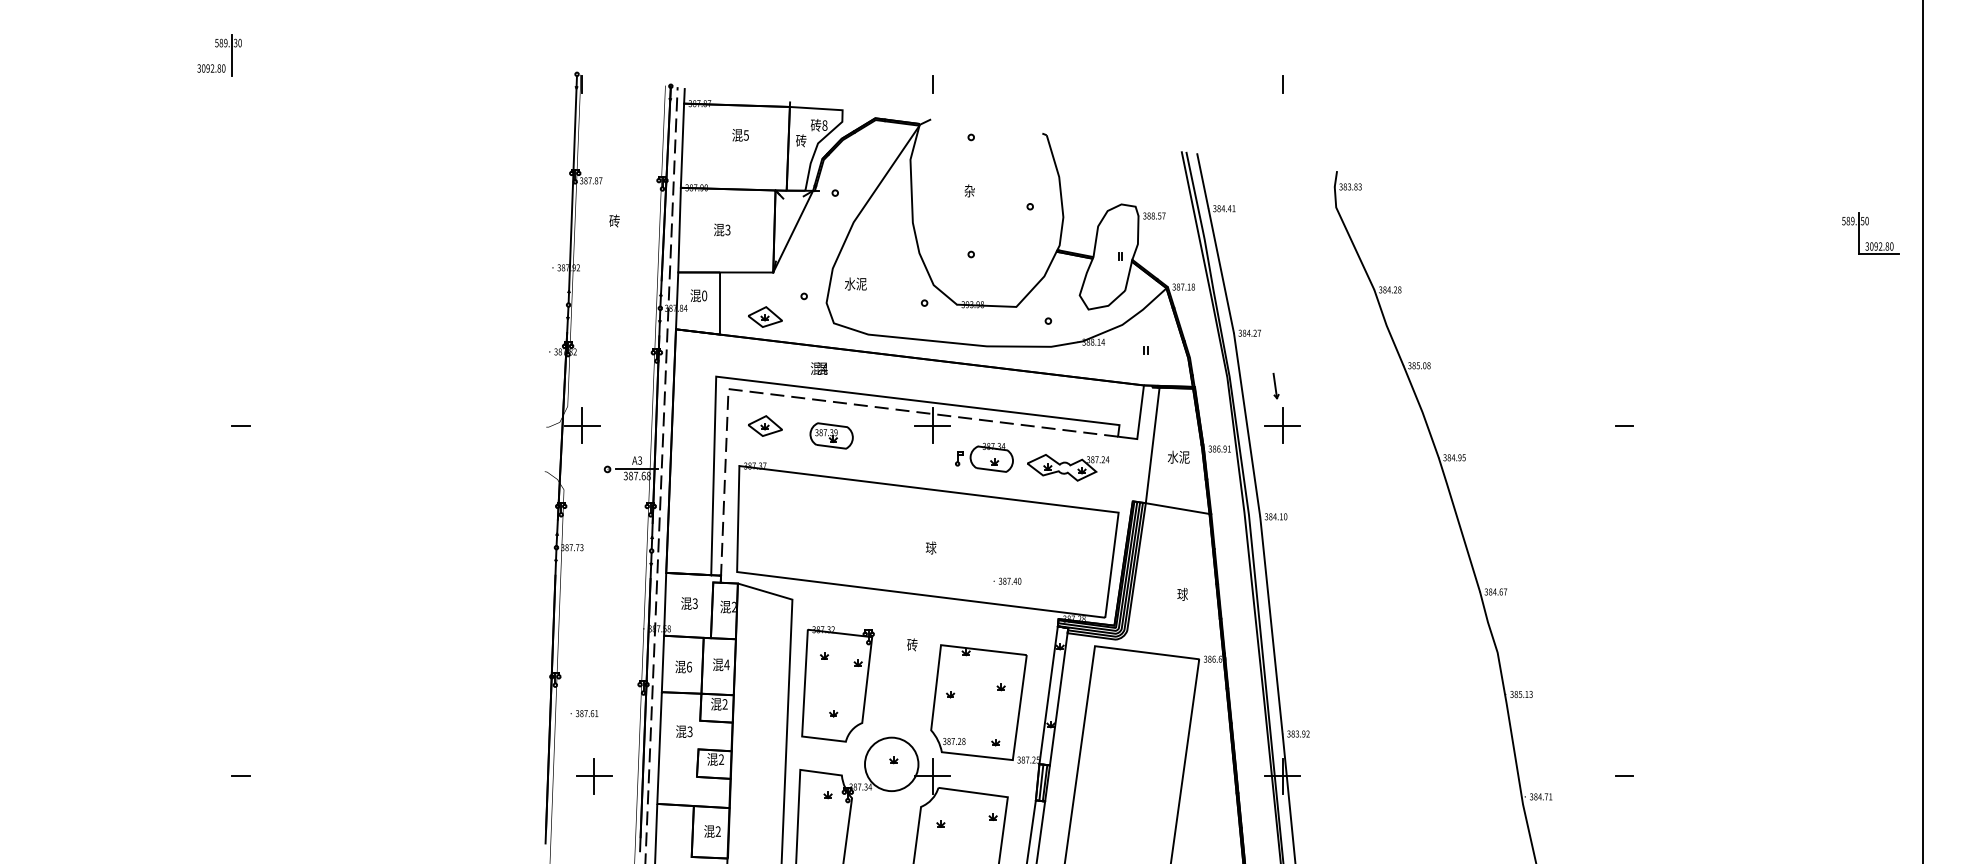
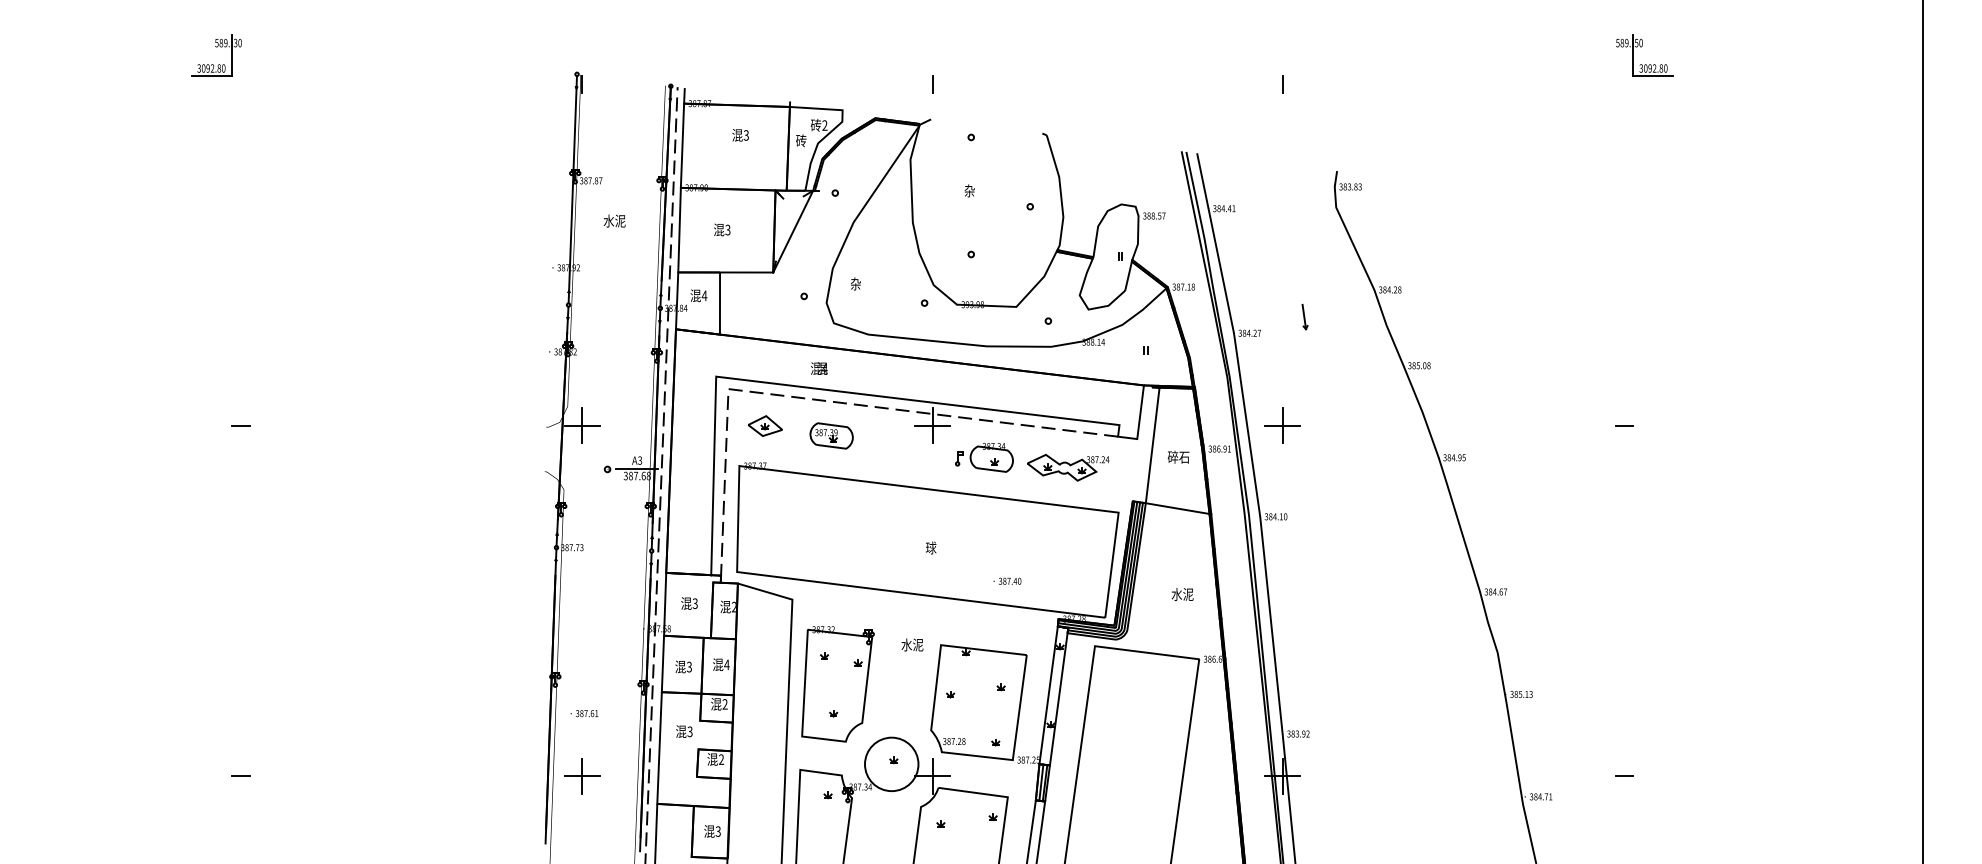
line at (211, 75): none -> present
text at (824, 125): 8 -> 2
text at (746, 134): 5 -> 3
text at (614, 220): 砖 -> 水泥
part at (1867, 225) position: (1867, 225) -> (1641, 47)
text at (855, 283): 水泥 -> 杂
text at (704, 295): 0 -> 4
part at (765, 316): present -> none
part at (1275, 386) position: (1275, 386) -> (1304, 317)
text at (1178, 456): 水泥 -> 碎石
text at (1182, 593): 球 -> 水泥
text at (912, 644): 砖 -> 水泥
text at (689, 666): 6 -> 3
part at (594, 776) position: (594, 776) -> (582, 776)
text at (717, 831): 2 -> 3
